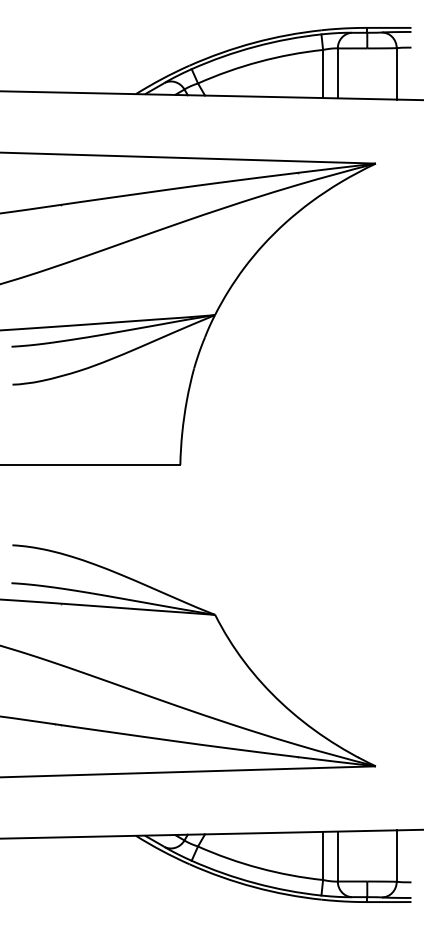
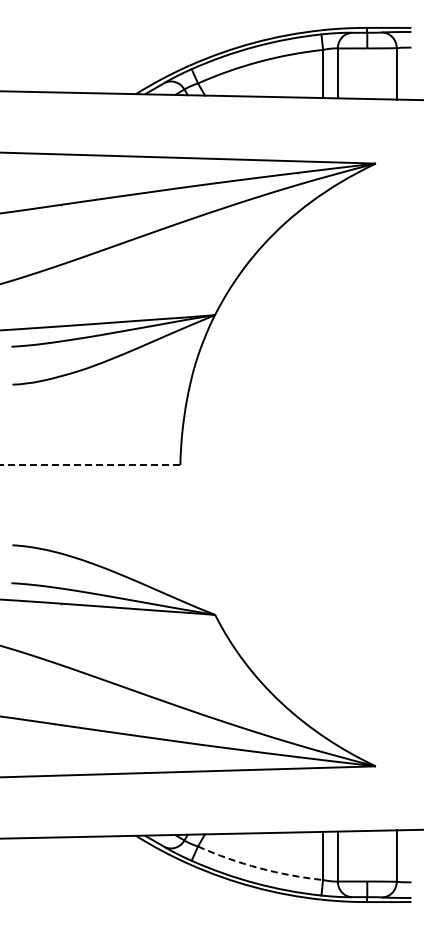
line at (90, 464): solid -> dashed
arc at (259, 868): solid -> dashed
